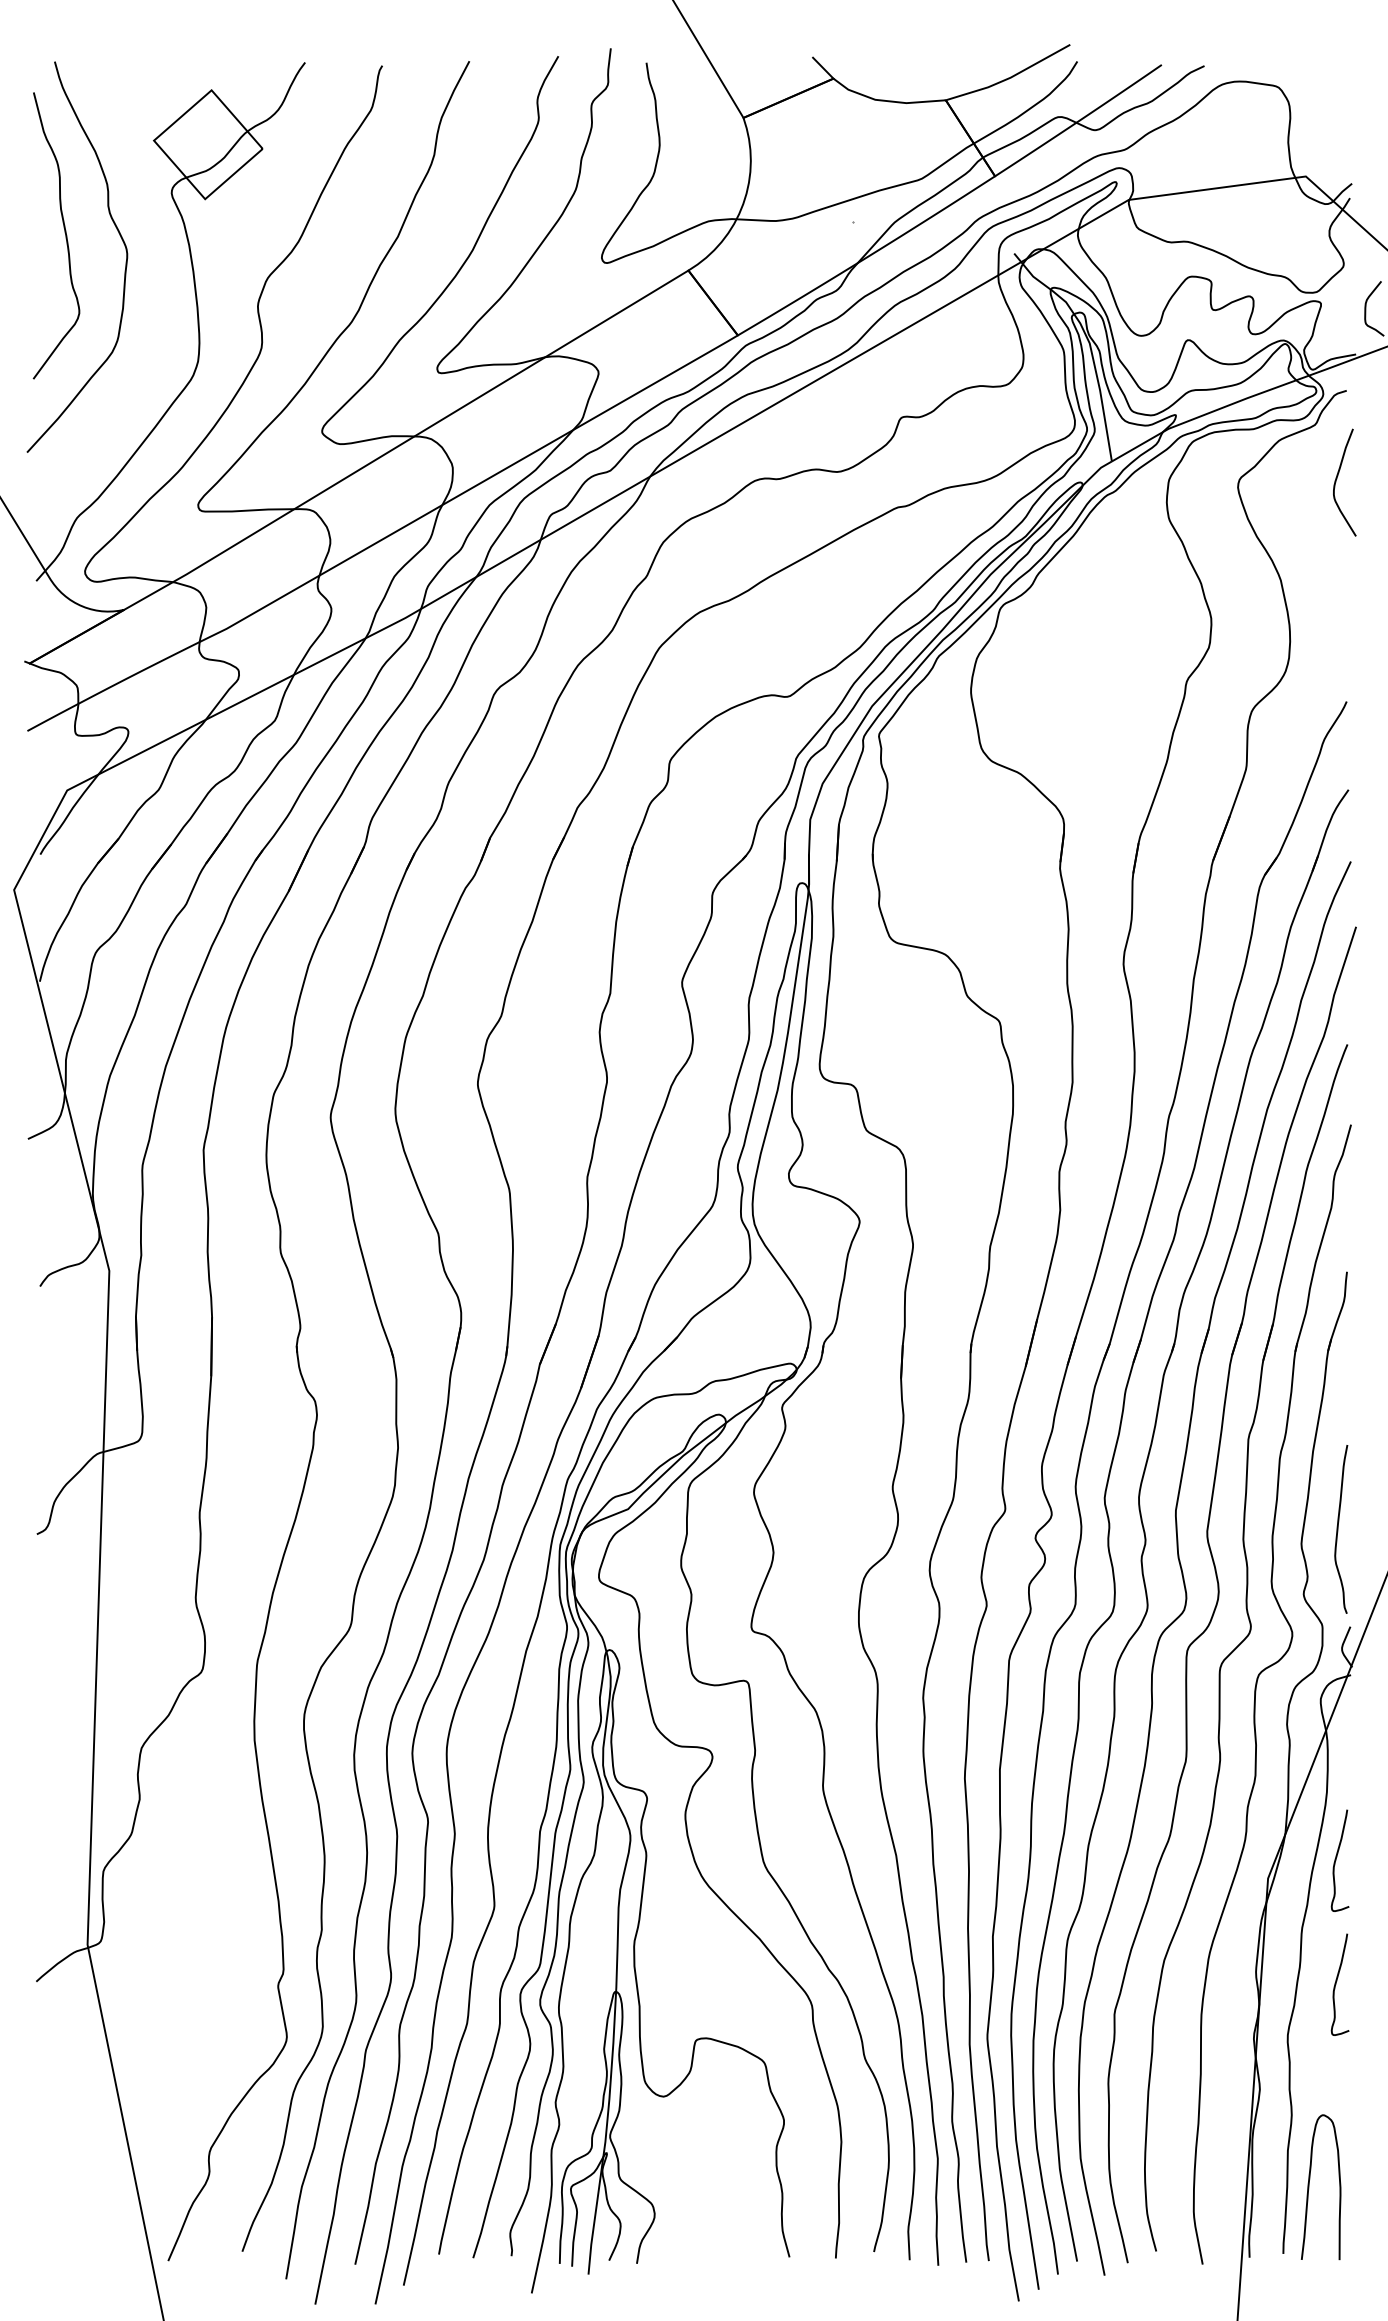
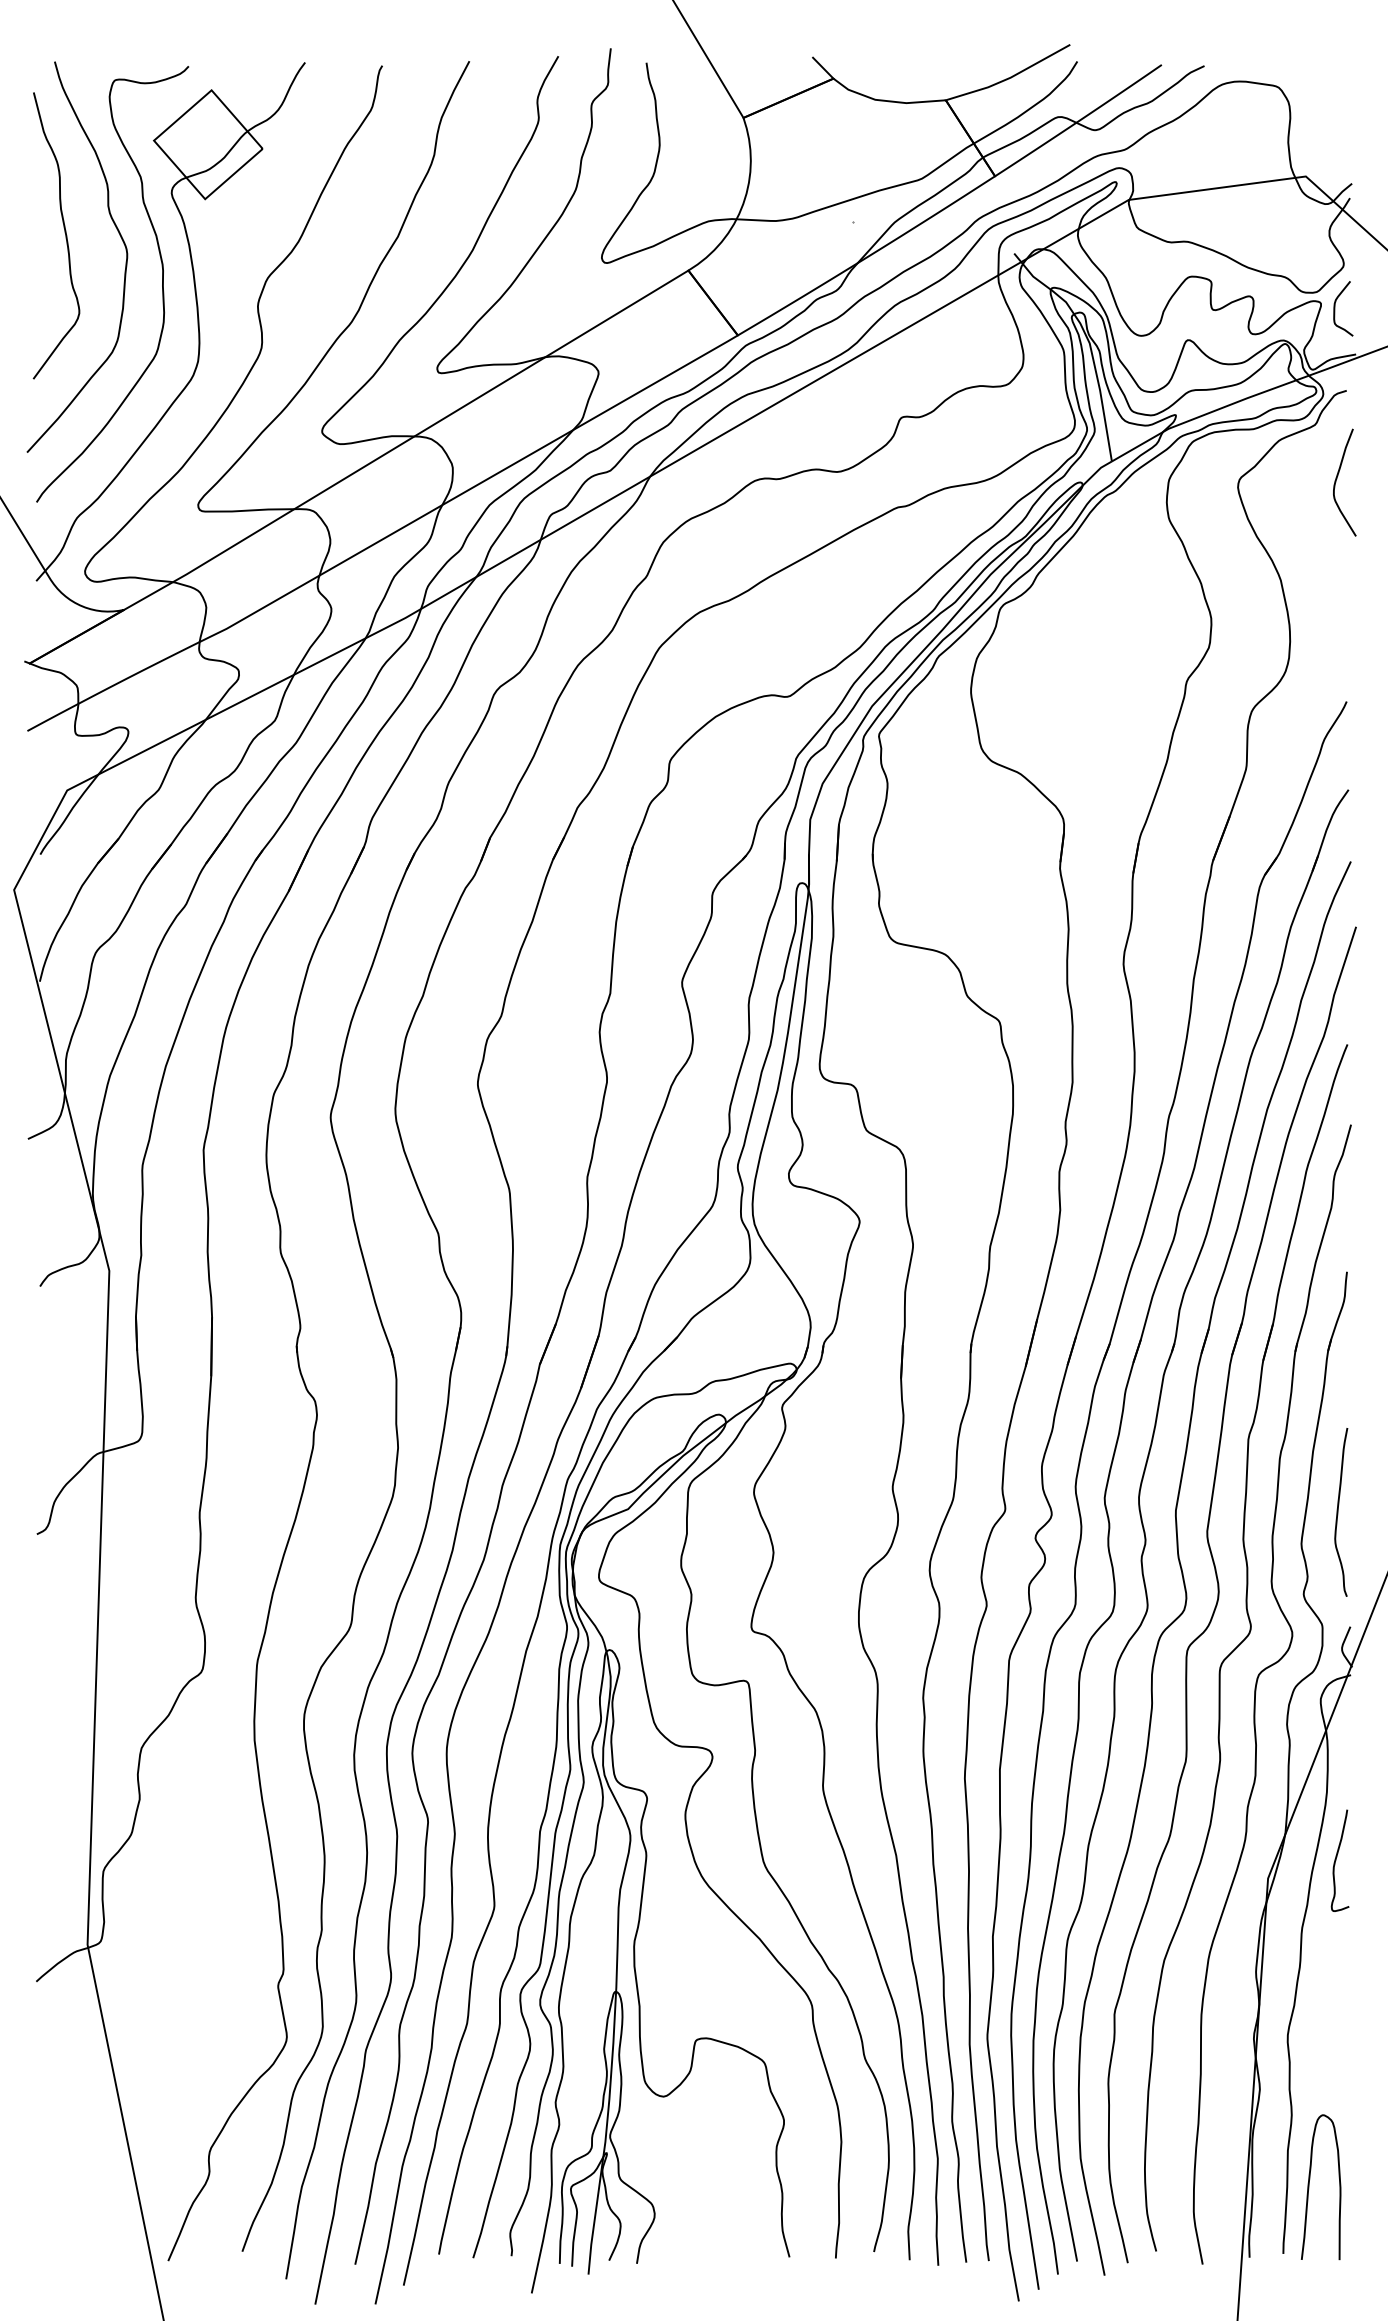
curve at (162, 284): none -> present
curve at (1366, 308) position: (1366, 308) -> (1335, 308)
curve at (1338, 1529) position: (1338, 1529) -> (1338, 1512)
curve at (1336, 1984): present -> none
